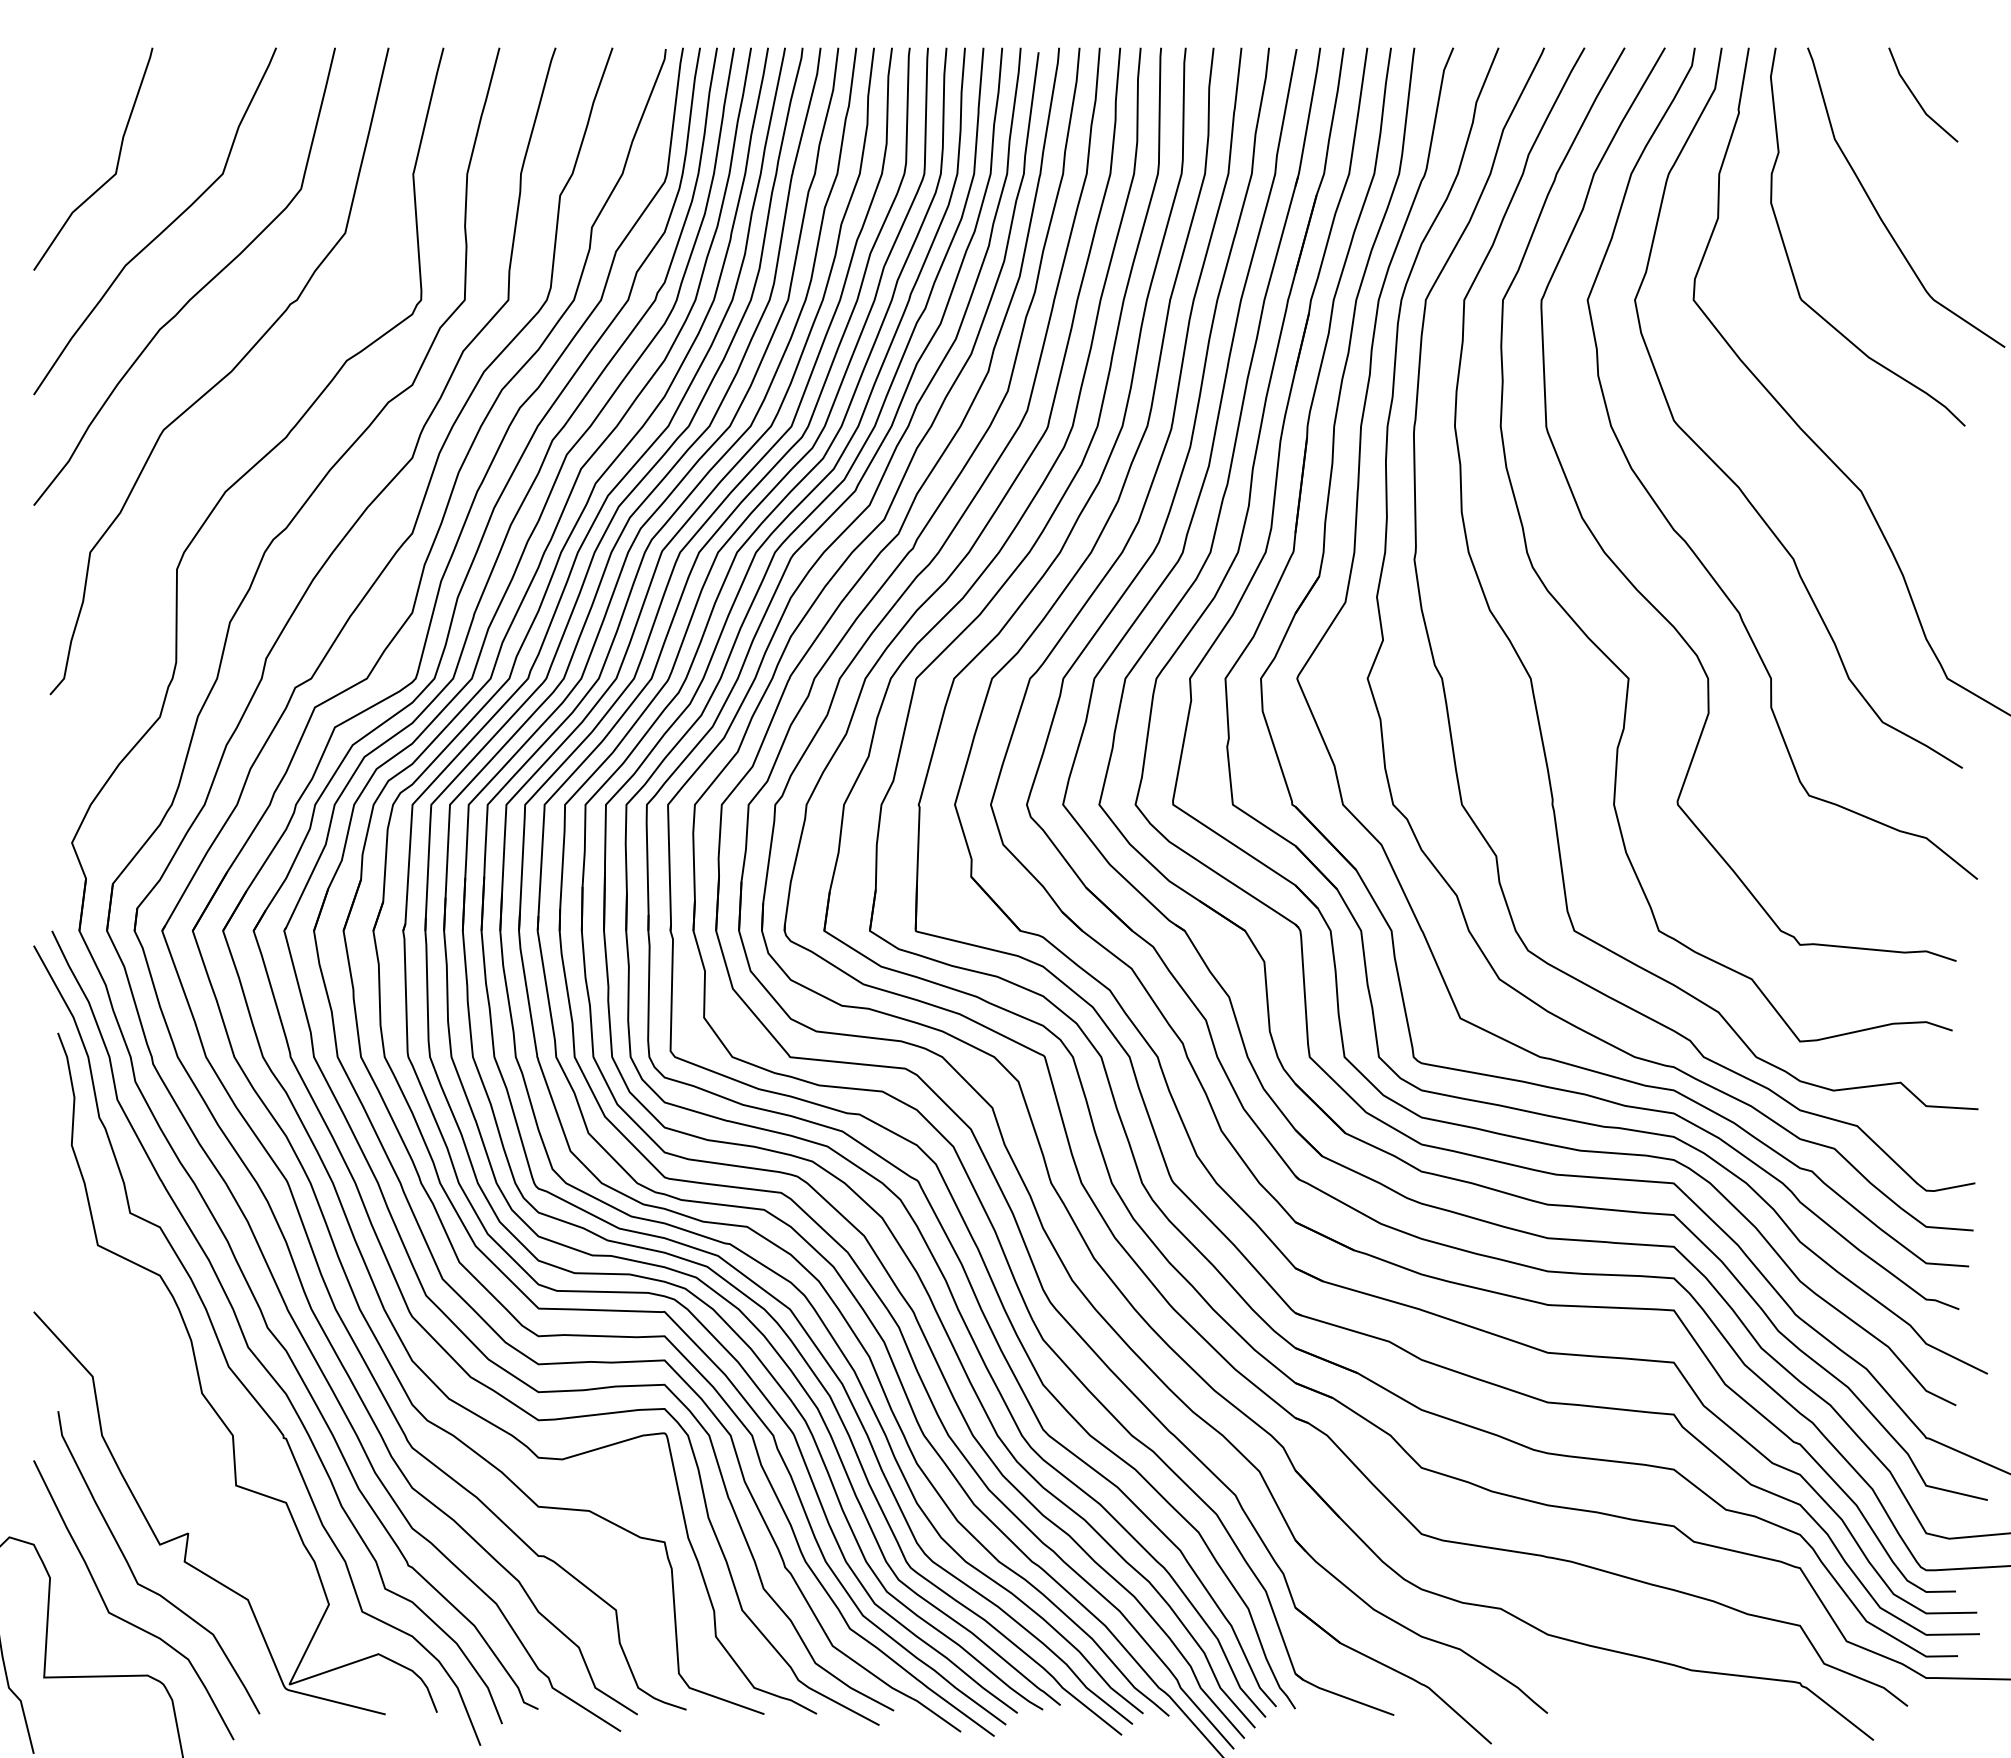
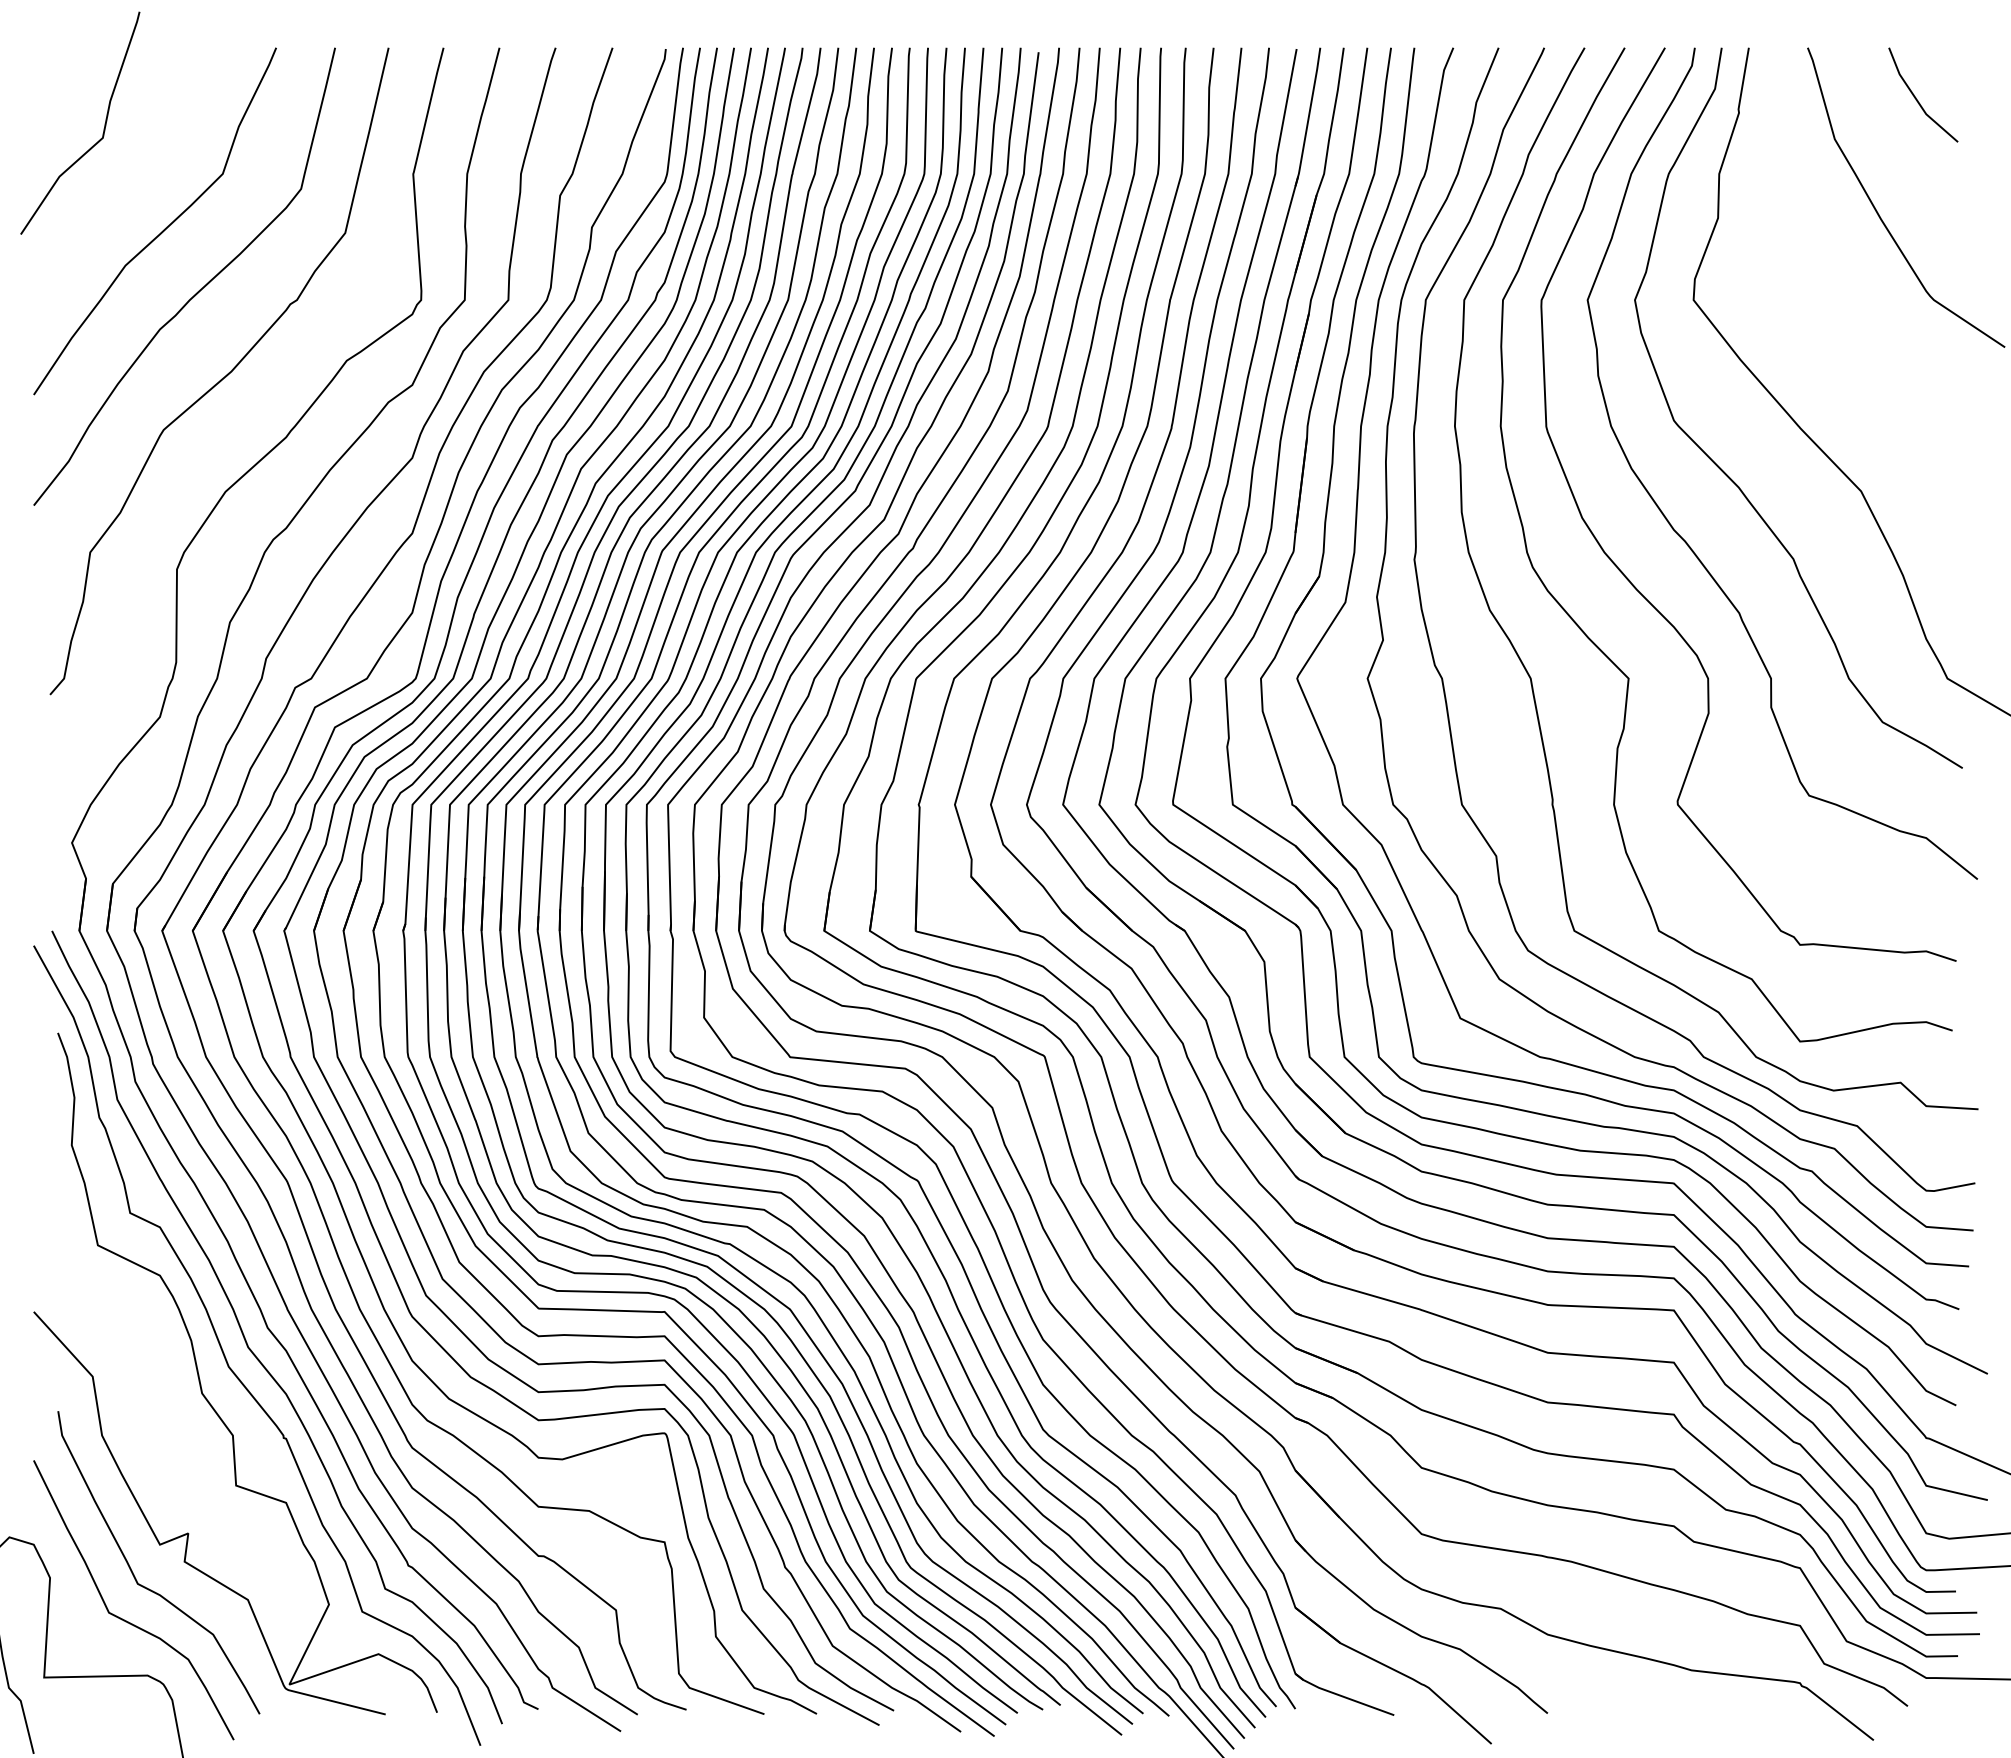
curve at (116, 164) position: (116, 164) -> (103, 128)
curve at (1789, 258): present -> none
